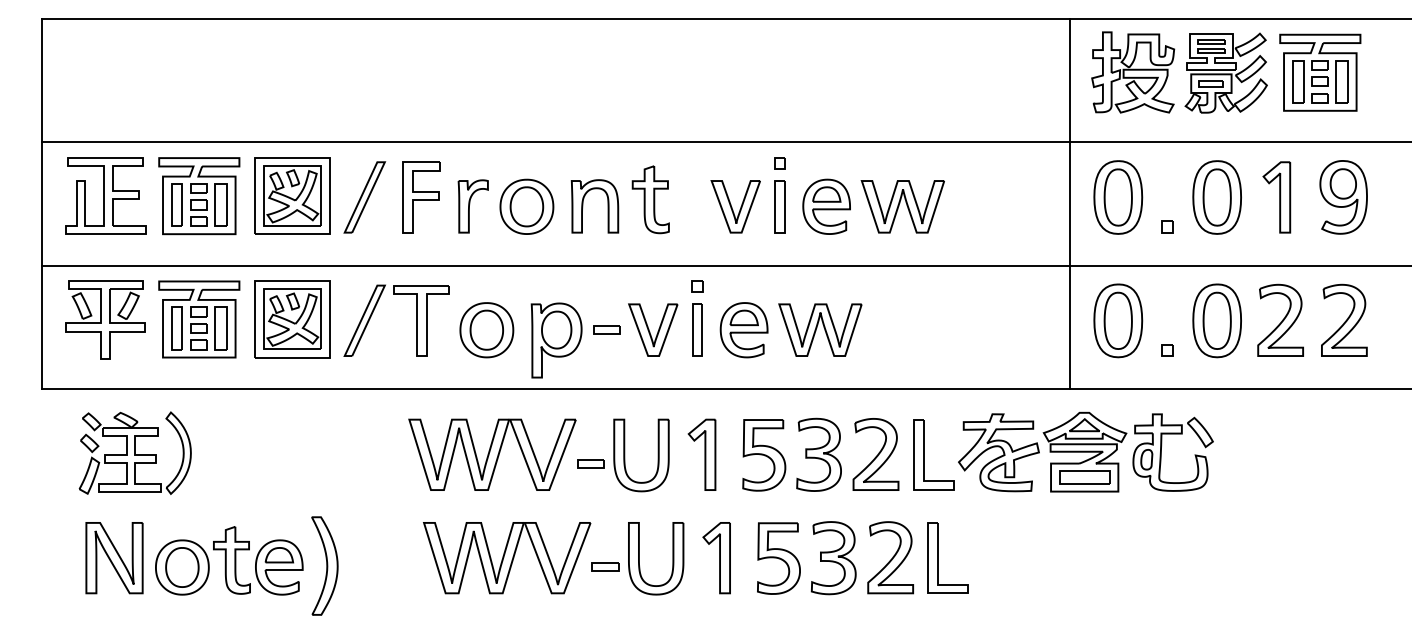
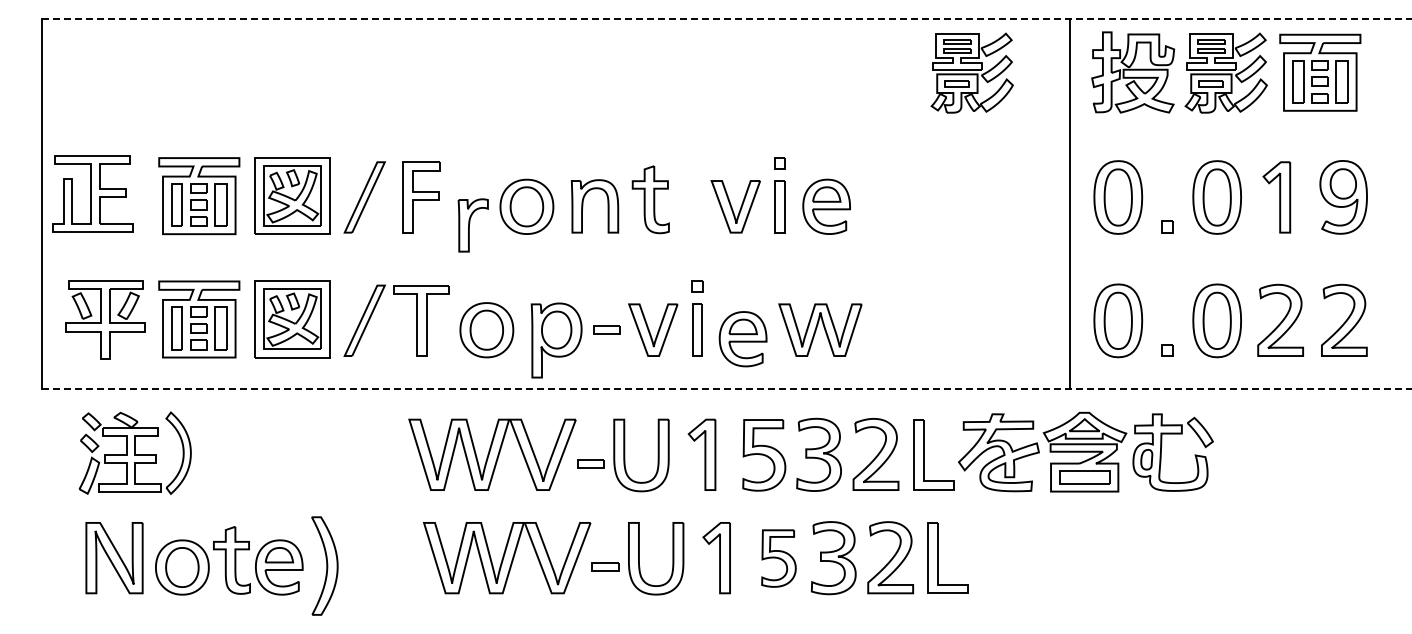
line at (727, 19): solid -> dashed
part at (971, 72): none -> present
line at (725, 142): present -> none
part at (105, 195) position: (105, 195) -> (92, 193)
part at (472, 206) position: (472, 206) -> (472, 225)
part at (902, 206): present -> none
line at (725, 265): present -> none
part at (743, 330) position: (743, 330) -> (742, 339)
line at (727, 389): solid -> dashed
part at (778, 558) size: 44x73 px -> 36x59 px
